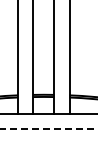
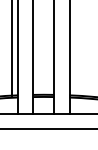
line at (11, 48): none -> present
line at (48, 128): dashed -> solid
